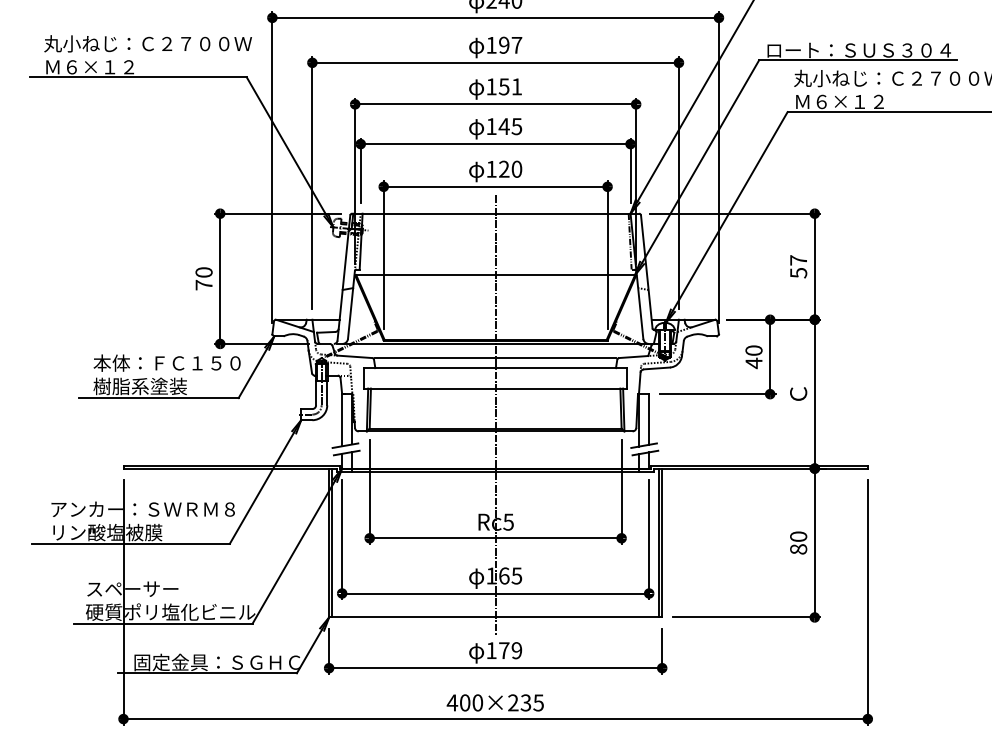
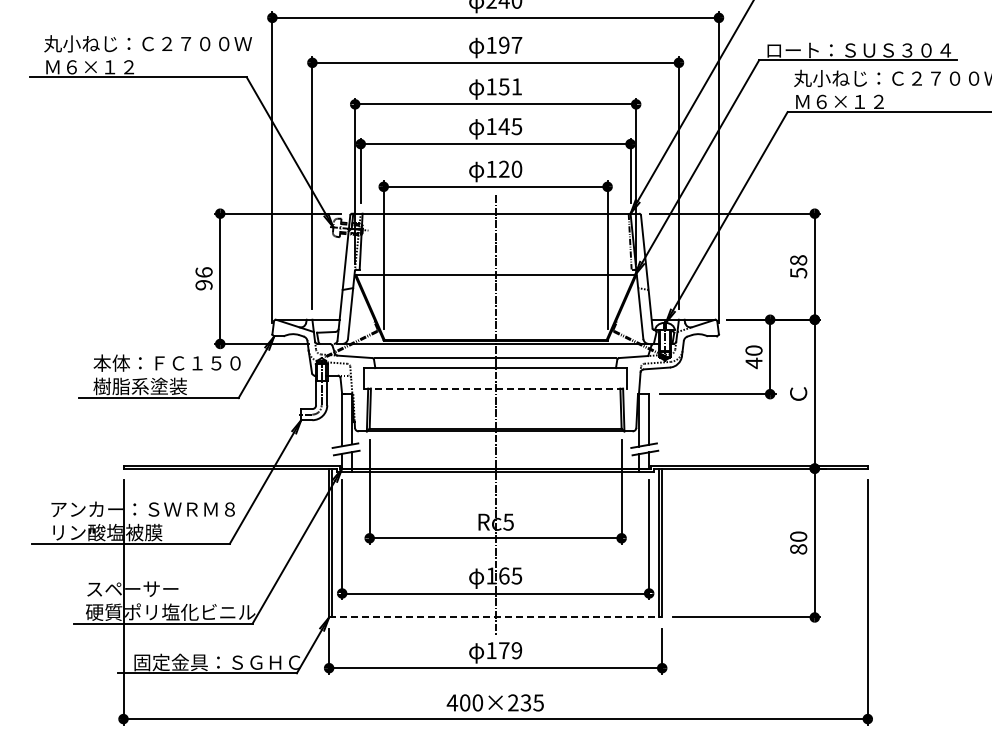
text at (798, 260): 57 -> 58
text at (203, 278): 70 -> 96
line at (496, 388): solid -> dashed
line at (495, 617): solid -> dashed
